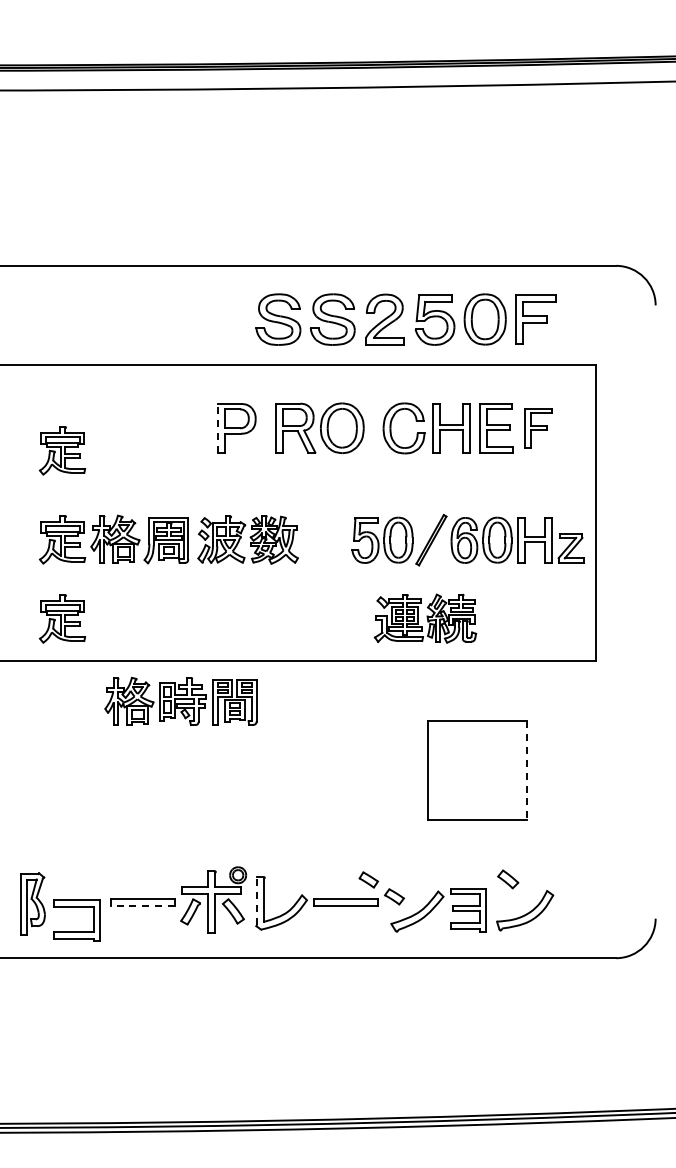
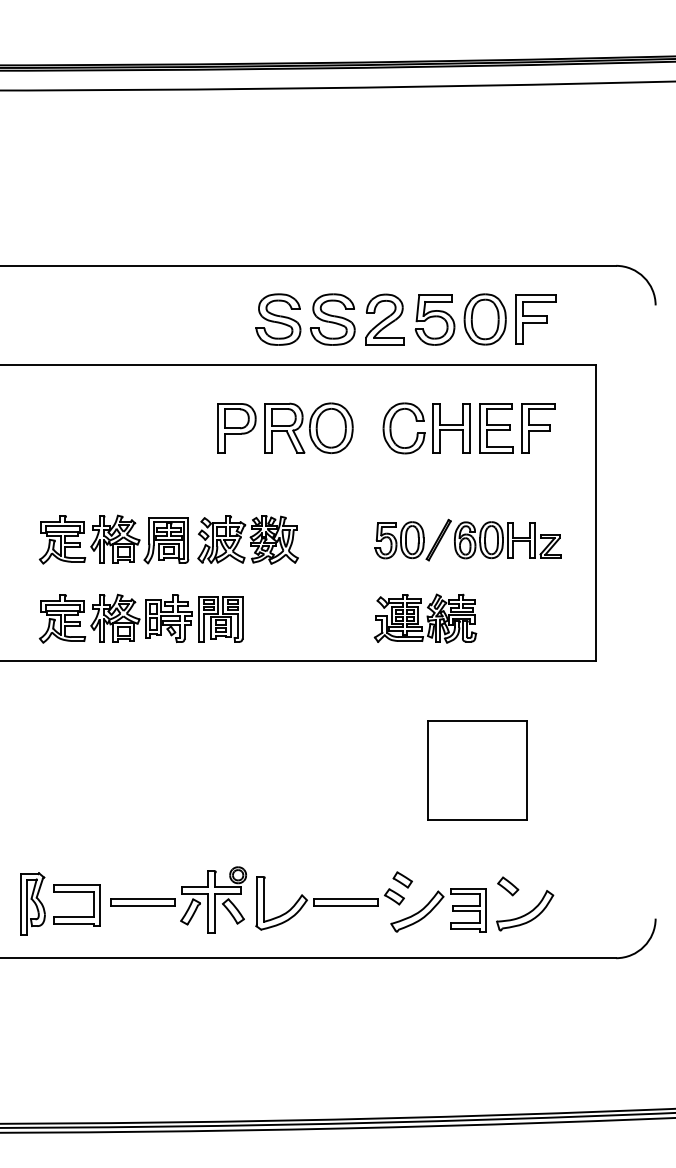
line at (218, 427): dashed -> solid
part at (319, 427) position: (319, 427) -> (308, 427)
part at (538, 428) size: 29x41 px -> 35x51 px
part at (62, 450): present -> none
part at (467, 539) size: 234x54 px -> 188x44 px
part at (180, 700) position: (180, 700) -> (166, 617)
line at (527, 770): dashed -> solid
part at (368, 879) position: (368, 879) -> (402, 879)
part at (508, 879) position: (508, 879) -> (508, 886)
line at (256, 900): dashed -> solid
line at (143, 905): dashed -> solid
part at (76, 931) position: (76, 931) -> (76, 916)
